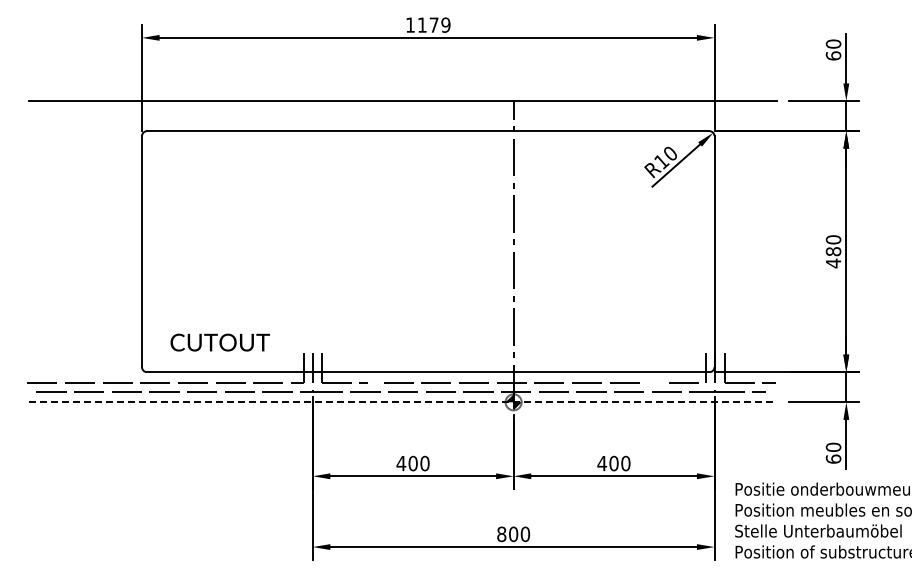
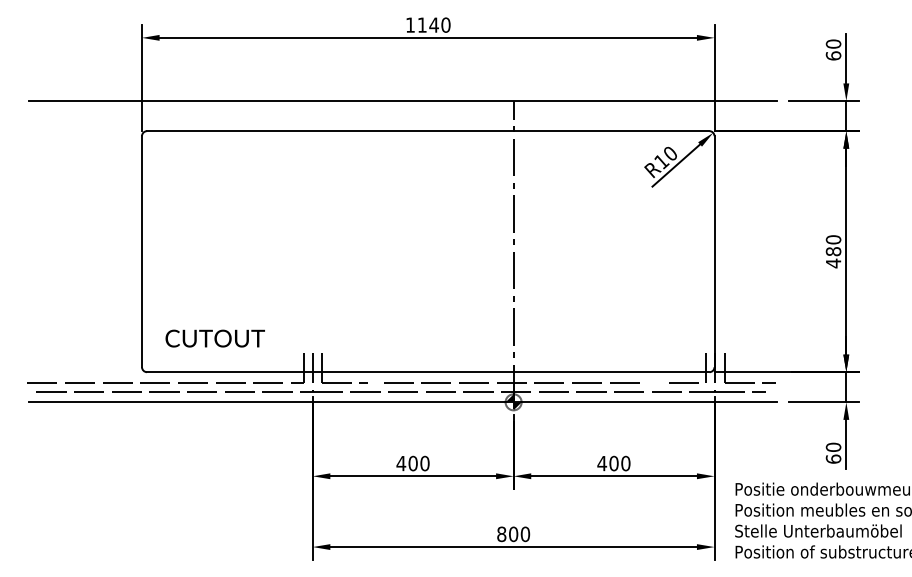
text at (439, 24): 1179 -> 1140
text at (219, 342) position: (219, 342) -> (214, 338)
line at (403, 402): dashed -> solid
